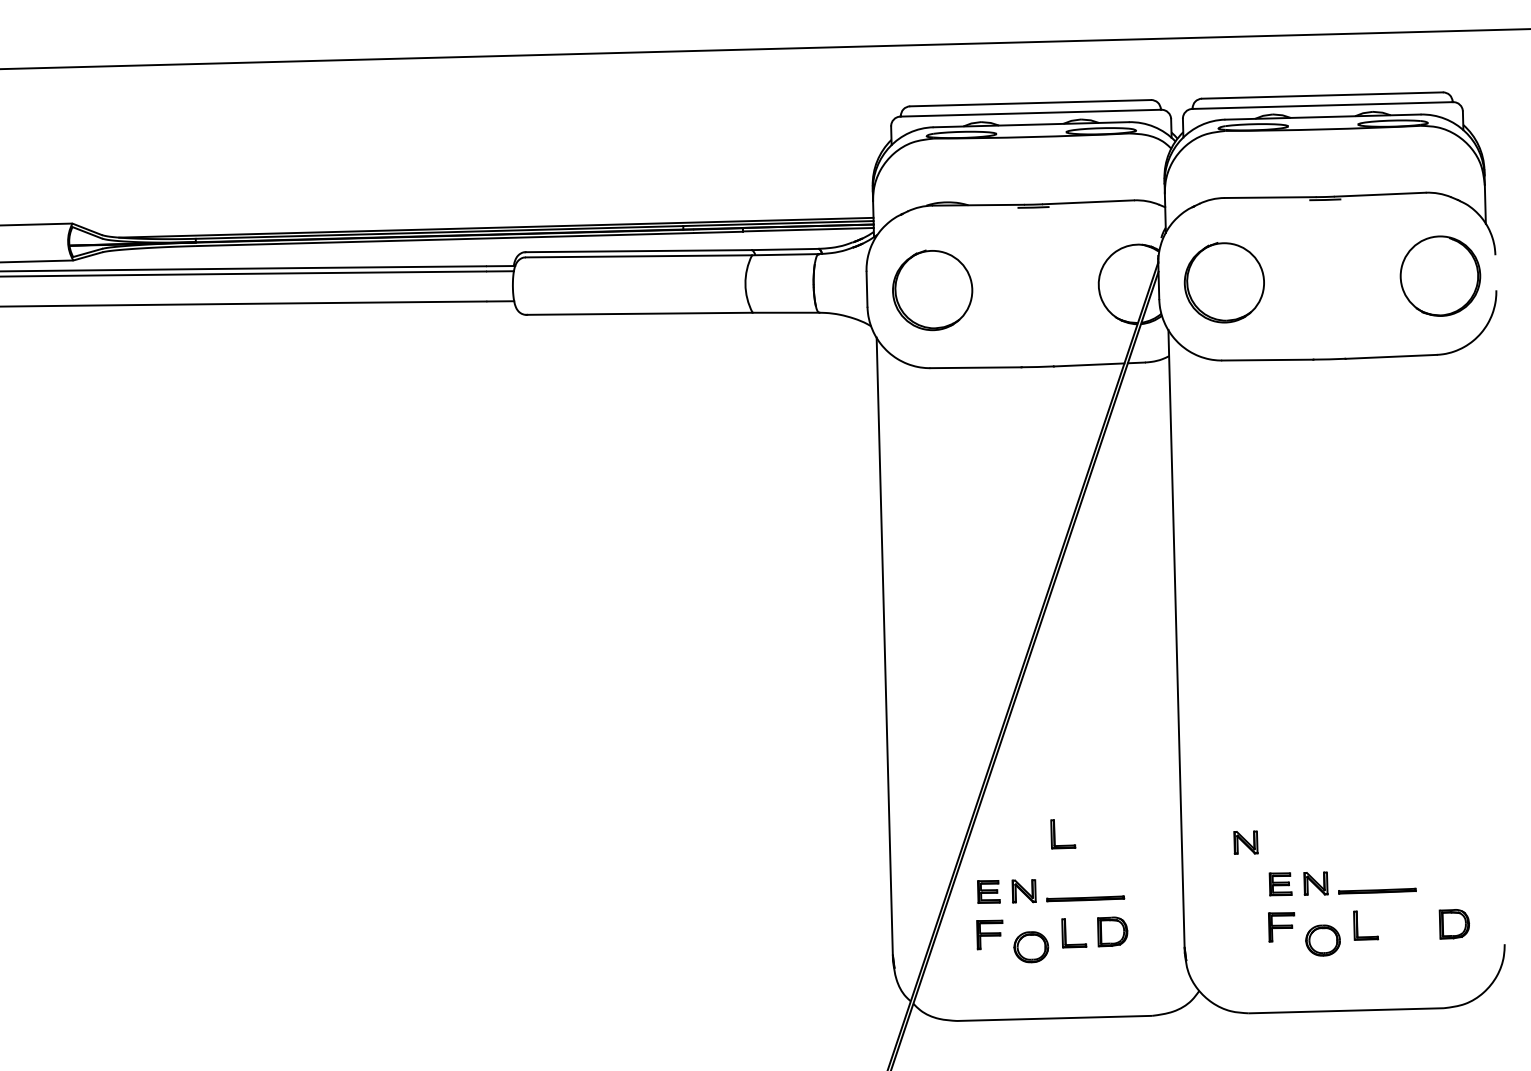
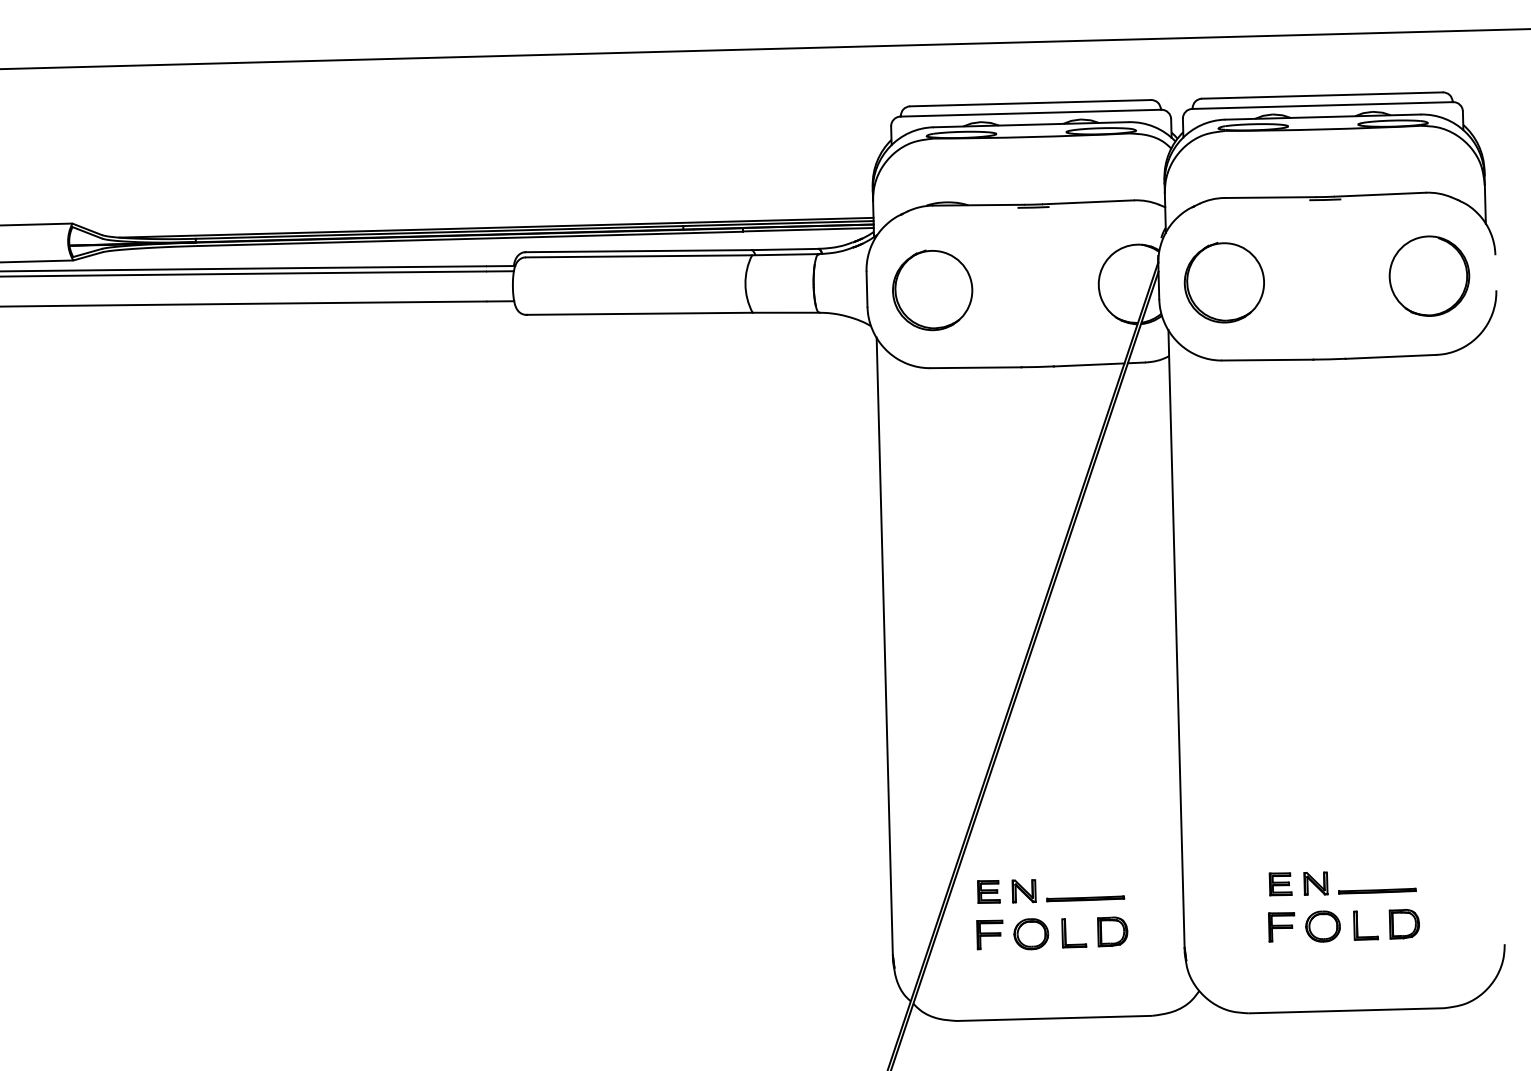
part at (1440, 275) position: (1440, 275) -> (1429, 275)
part at (1055, 834): present -> none
part at (1245, 842): present -> none
part at (1453, 924) position: (1453, 924) -> (1403, 924)
part at (1322, 940) position: (1322, 940) -> (1322, 926)
part at (1031, 947) position: (1031, 947) -> (1031, 934)
